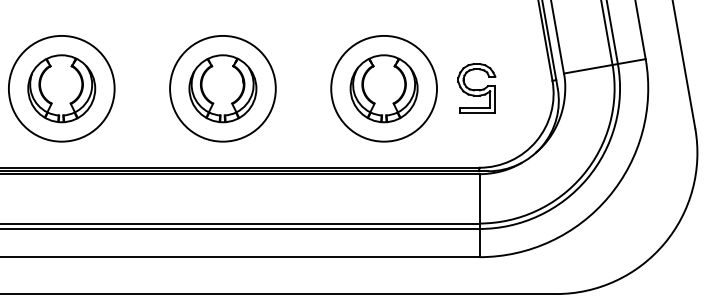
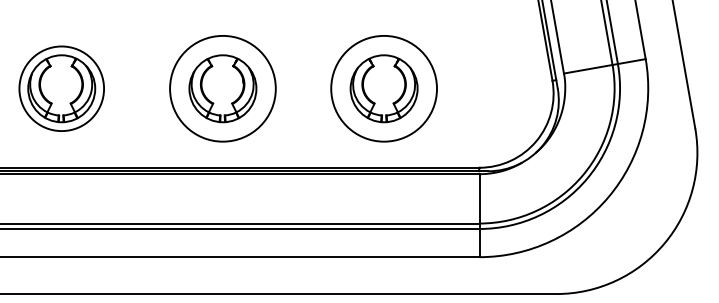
circle at (61, 88) diameter: 106 px -> 85 px
part at (476, 88): present -> none
